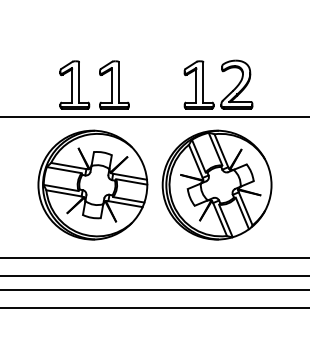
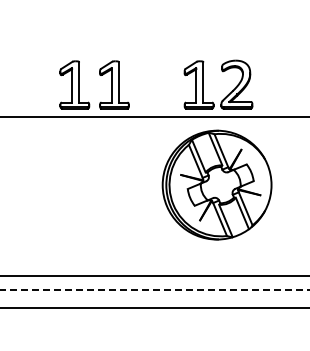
part at (92, 184): present -> none
line at (154, 257): present -> none
line at (155, 290): solid -> dashed
